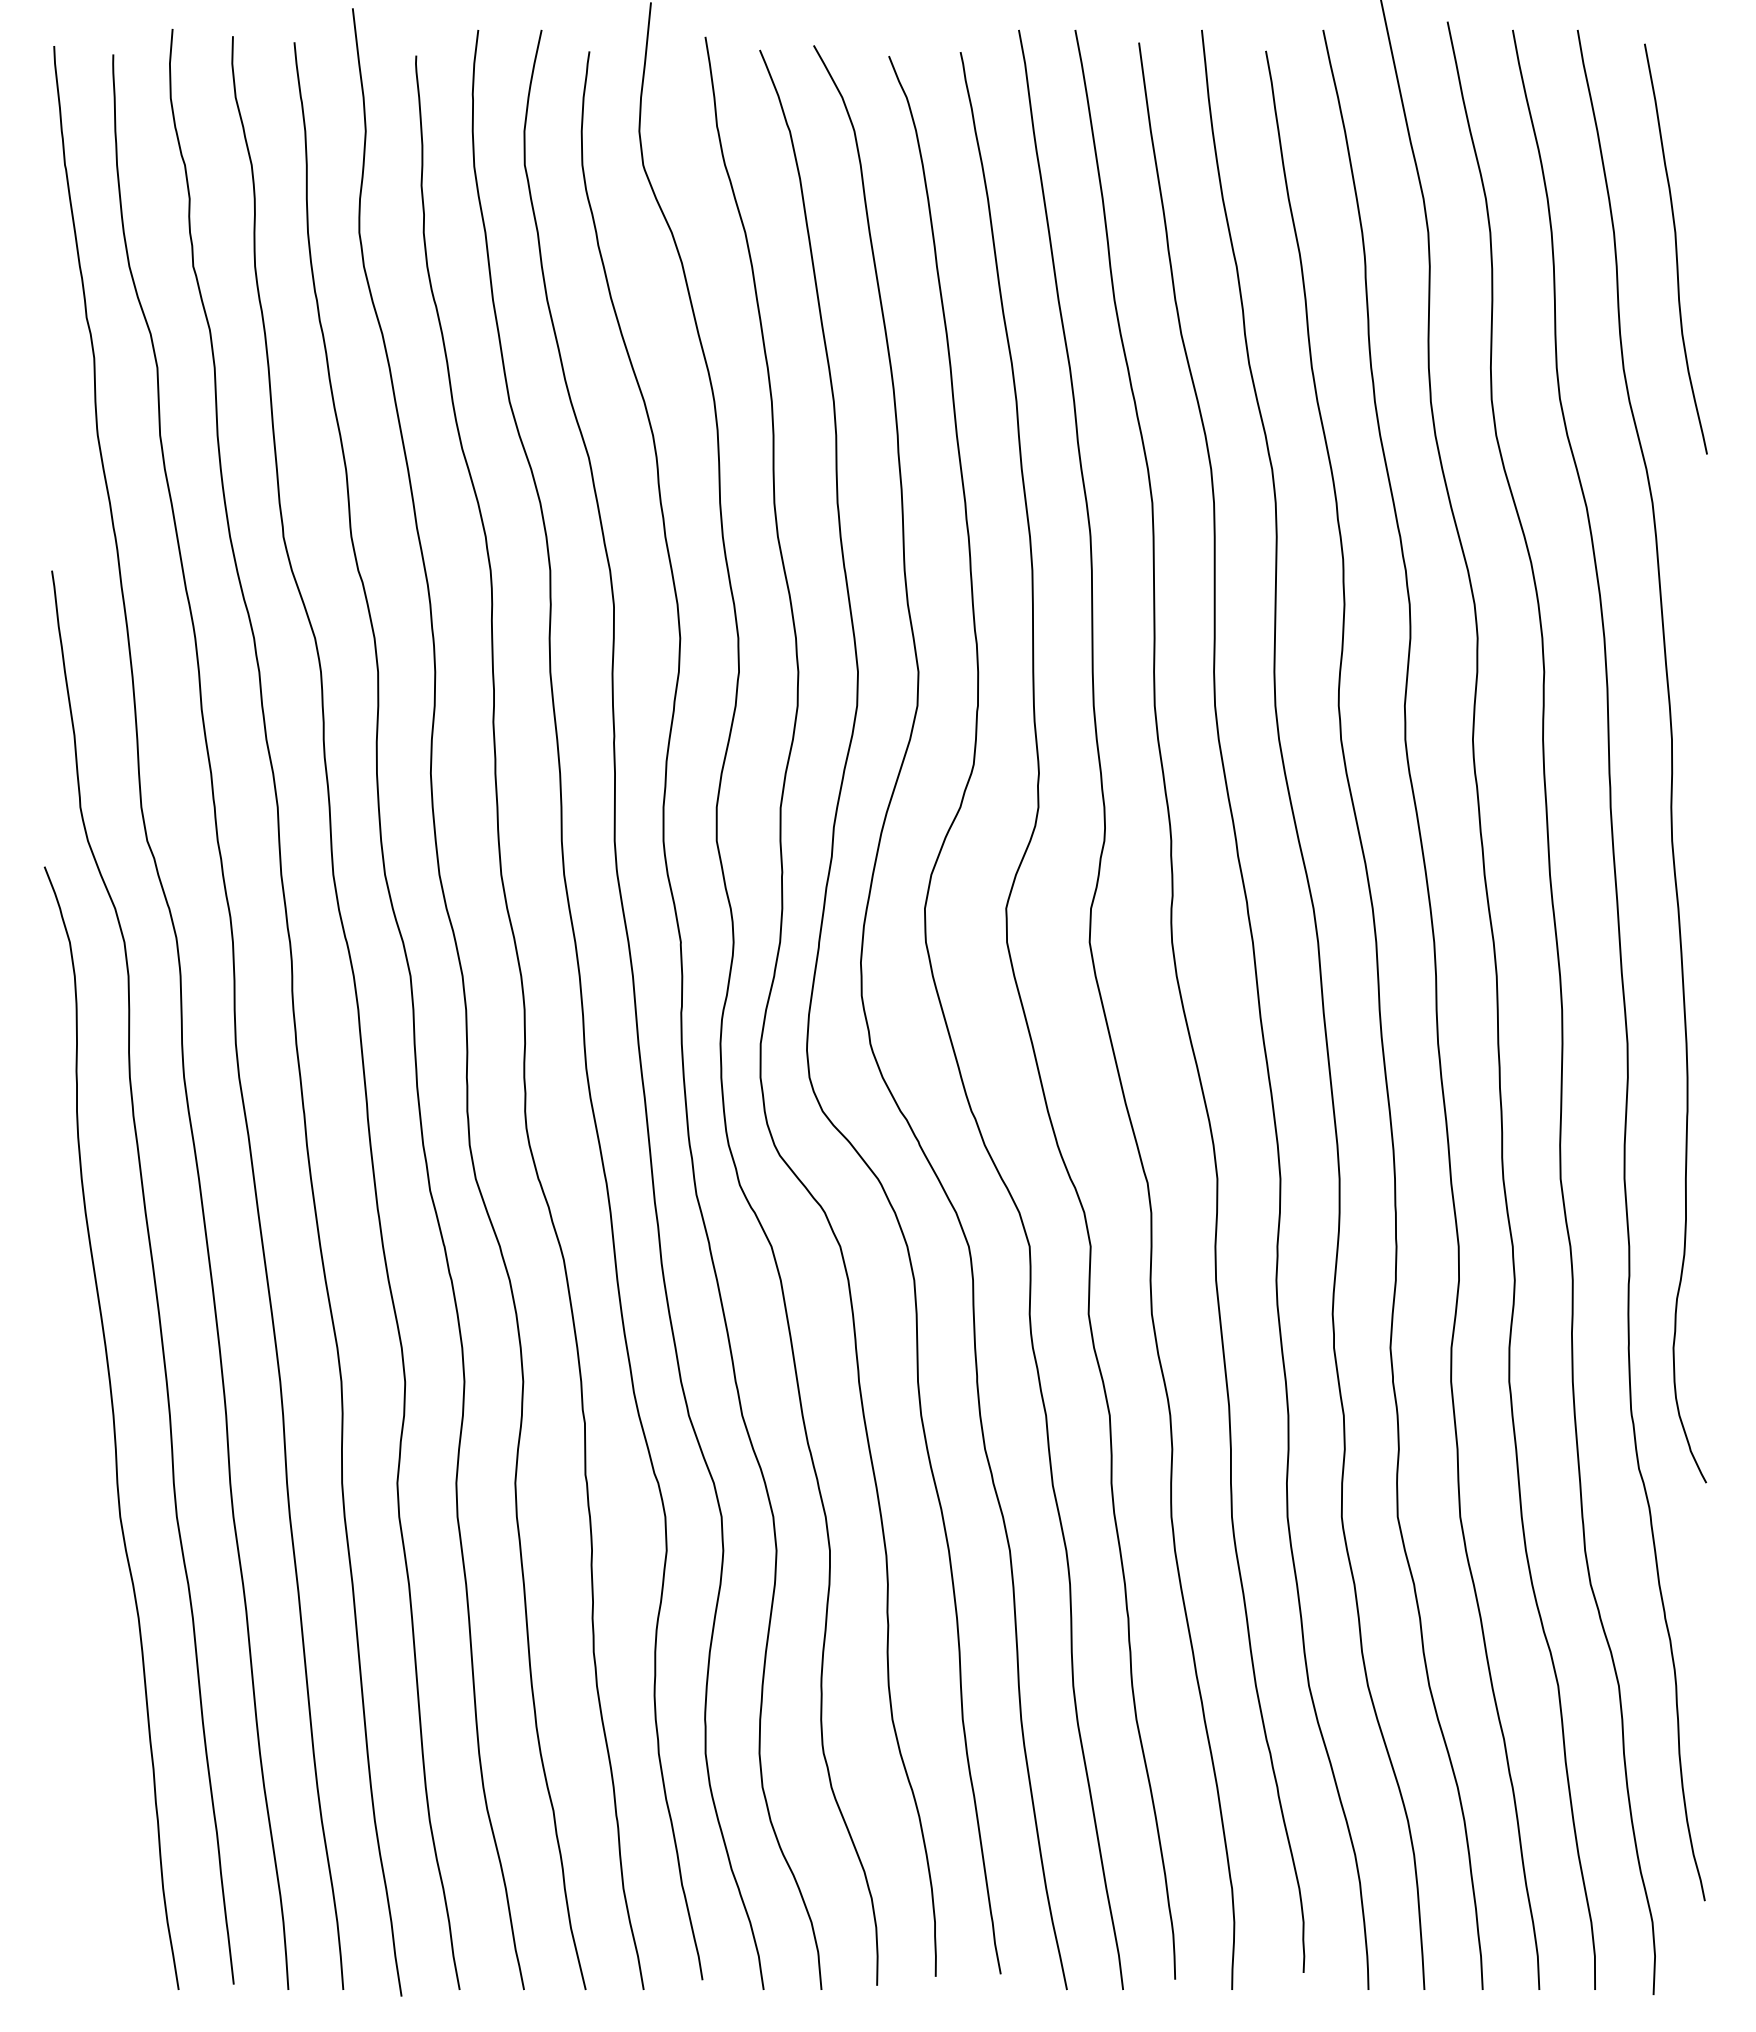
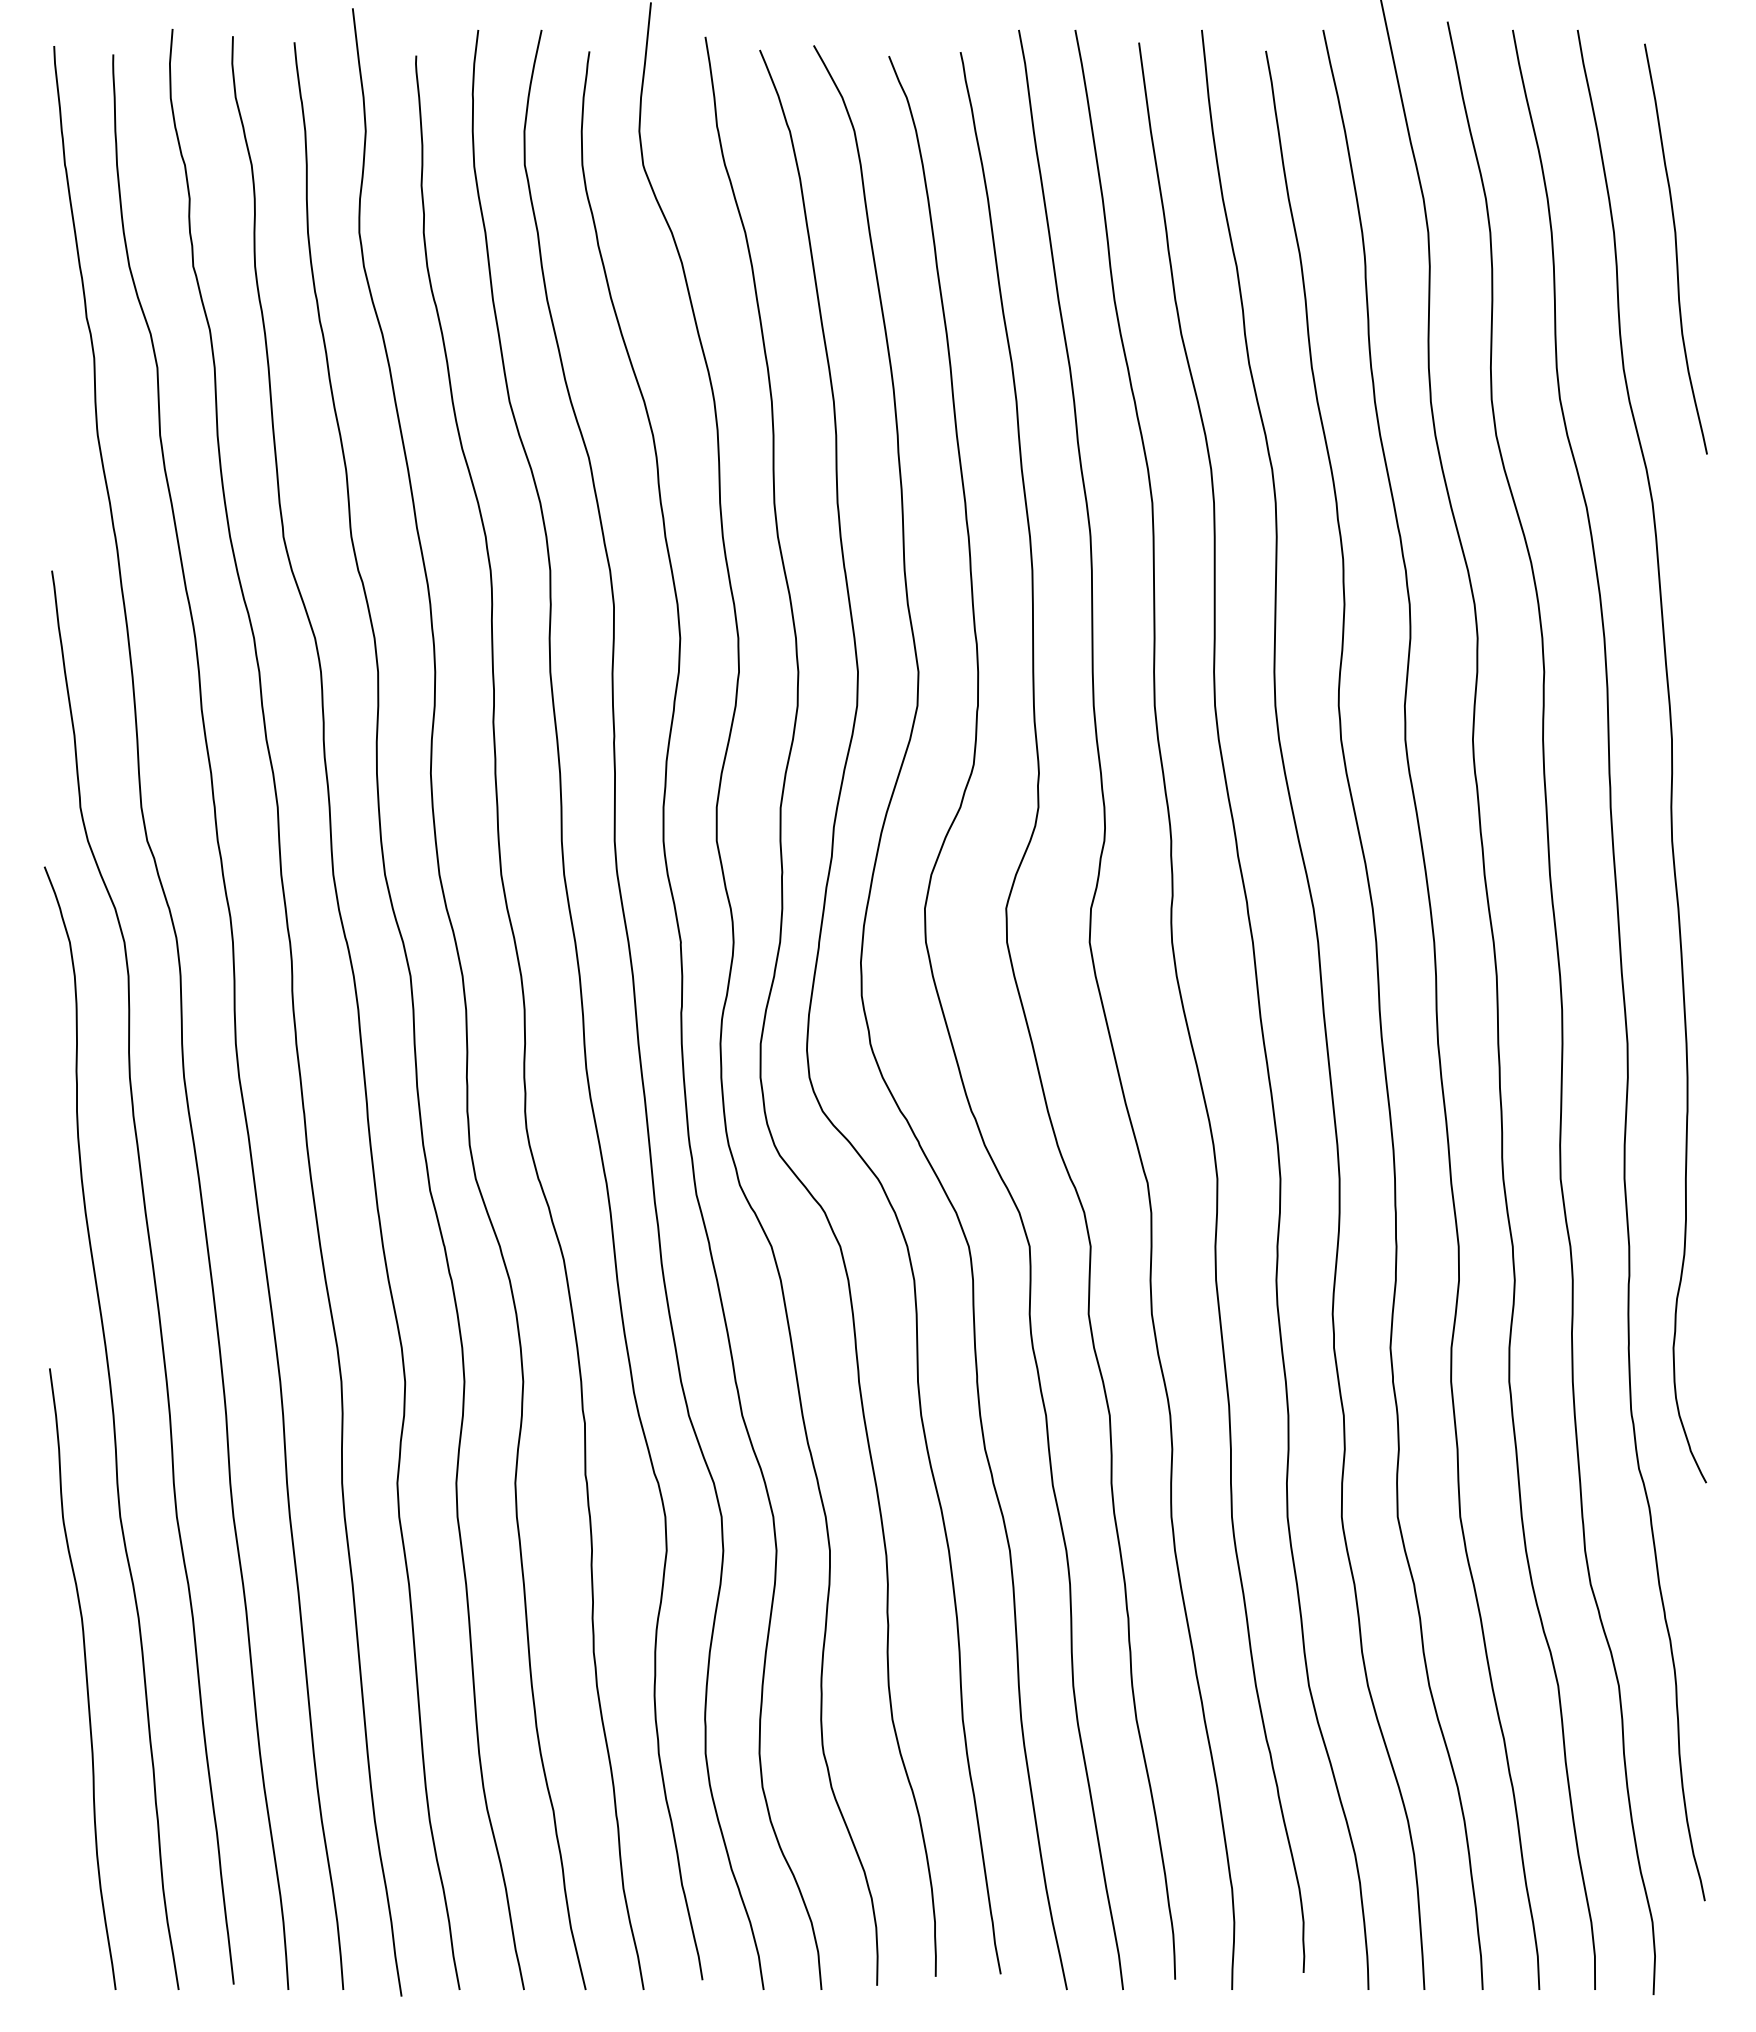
curve at (85, 1677): none -> present
